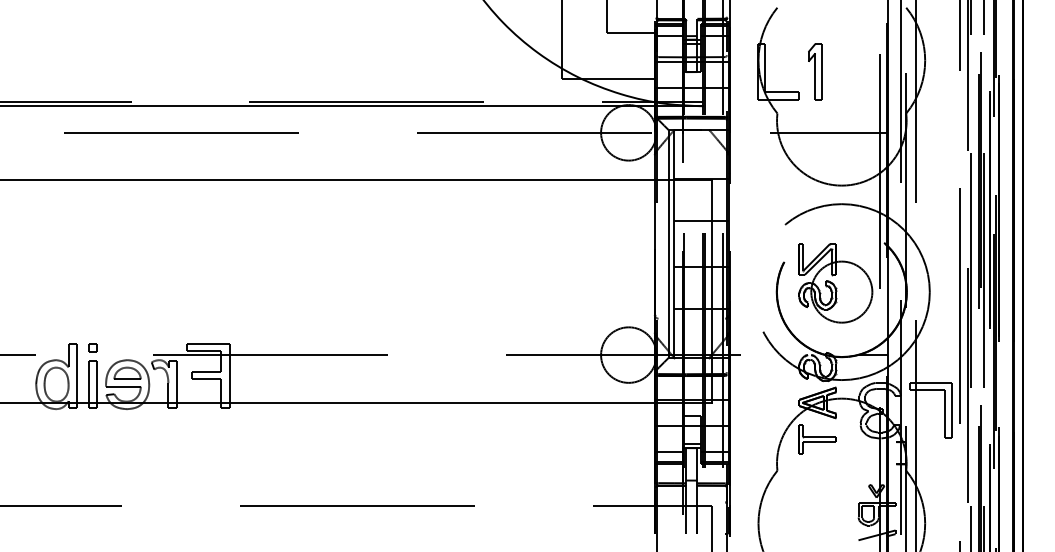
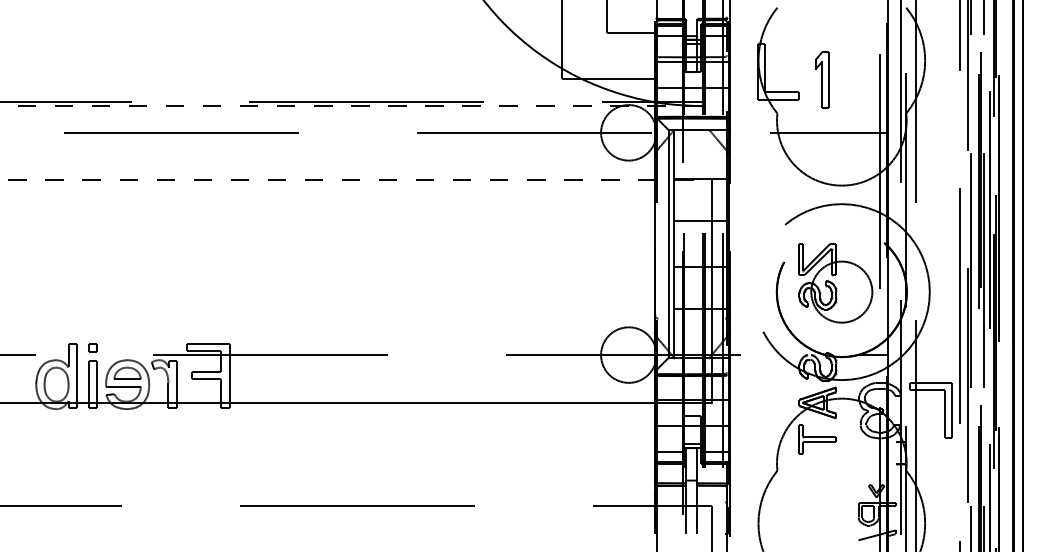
part at (815, 71) position: (815, 71) -> (822, 79)
line at (352, 106): solid -> dashed
line at (356, 180): solid -> dashed
